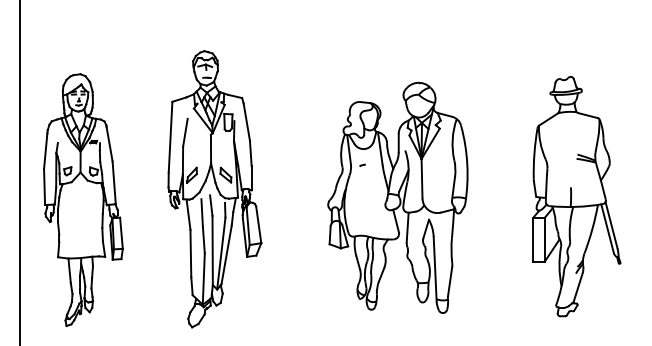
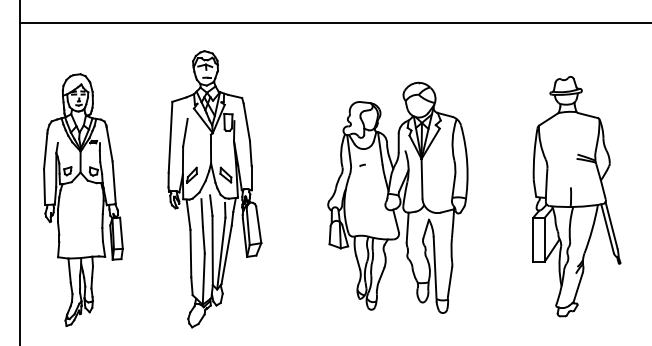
line at (333, 23): none -> present
